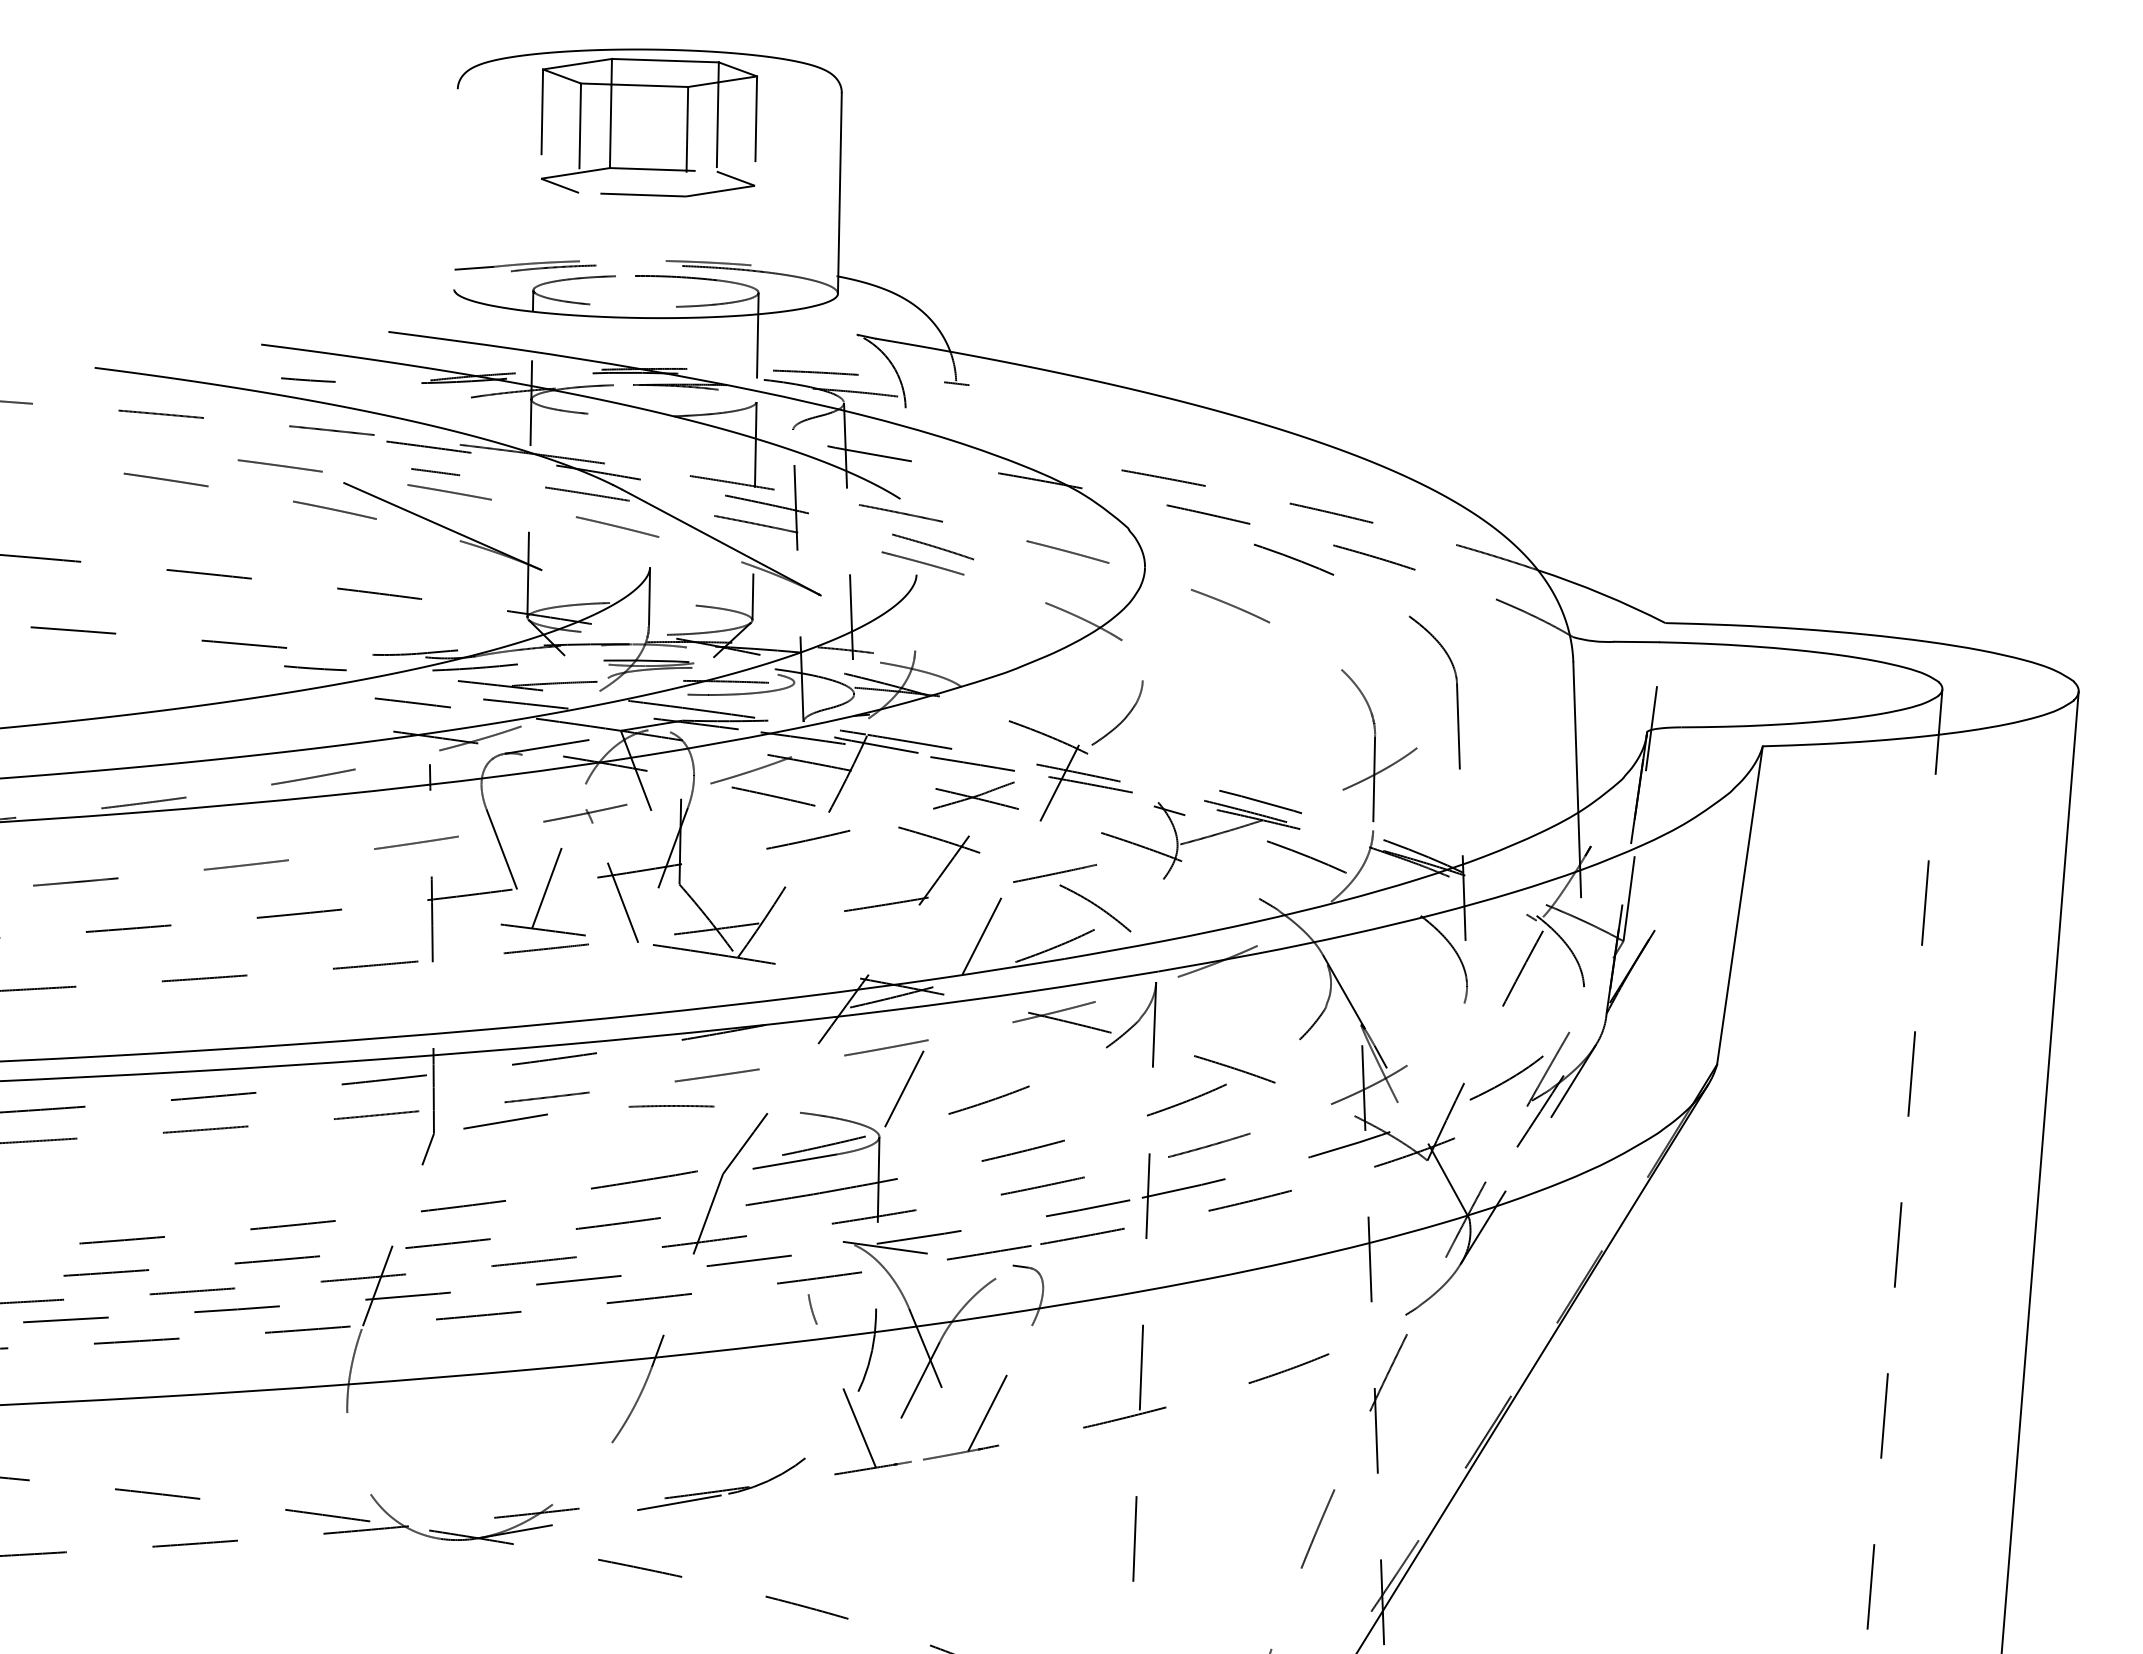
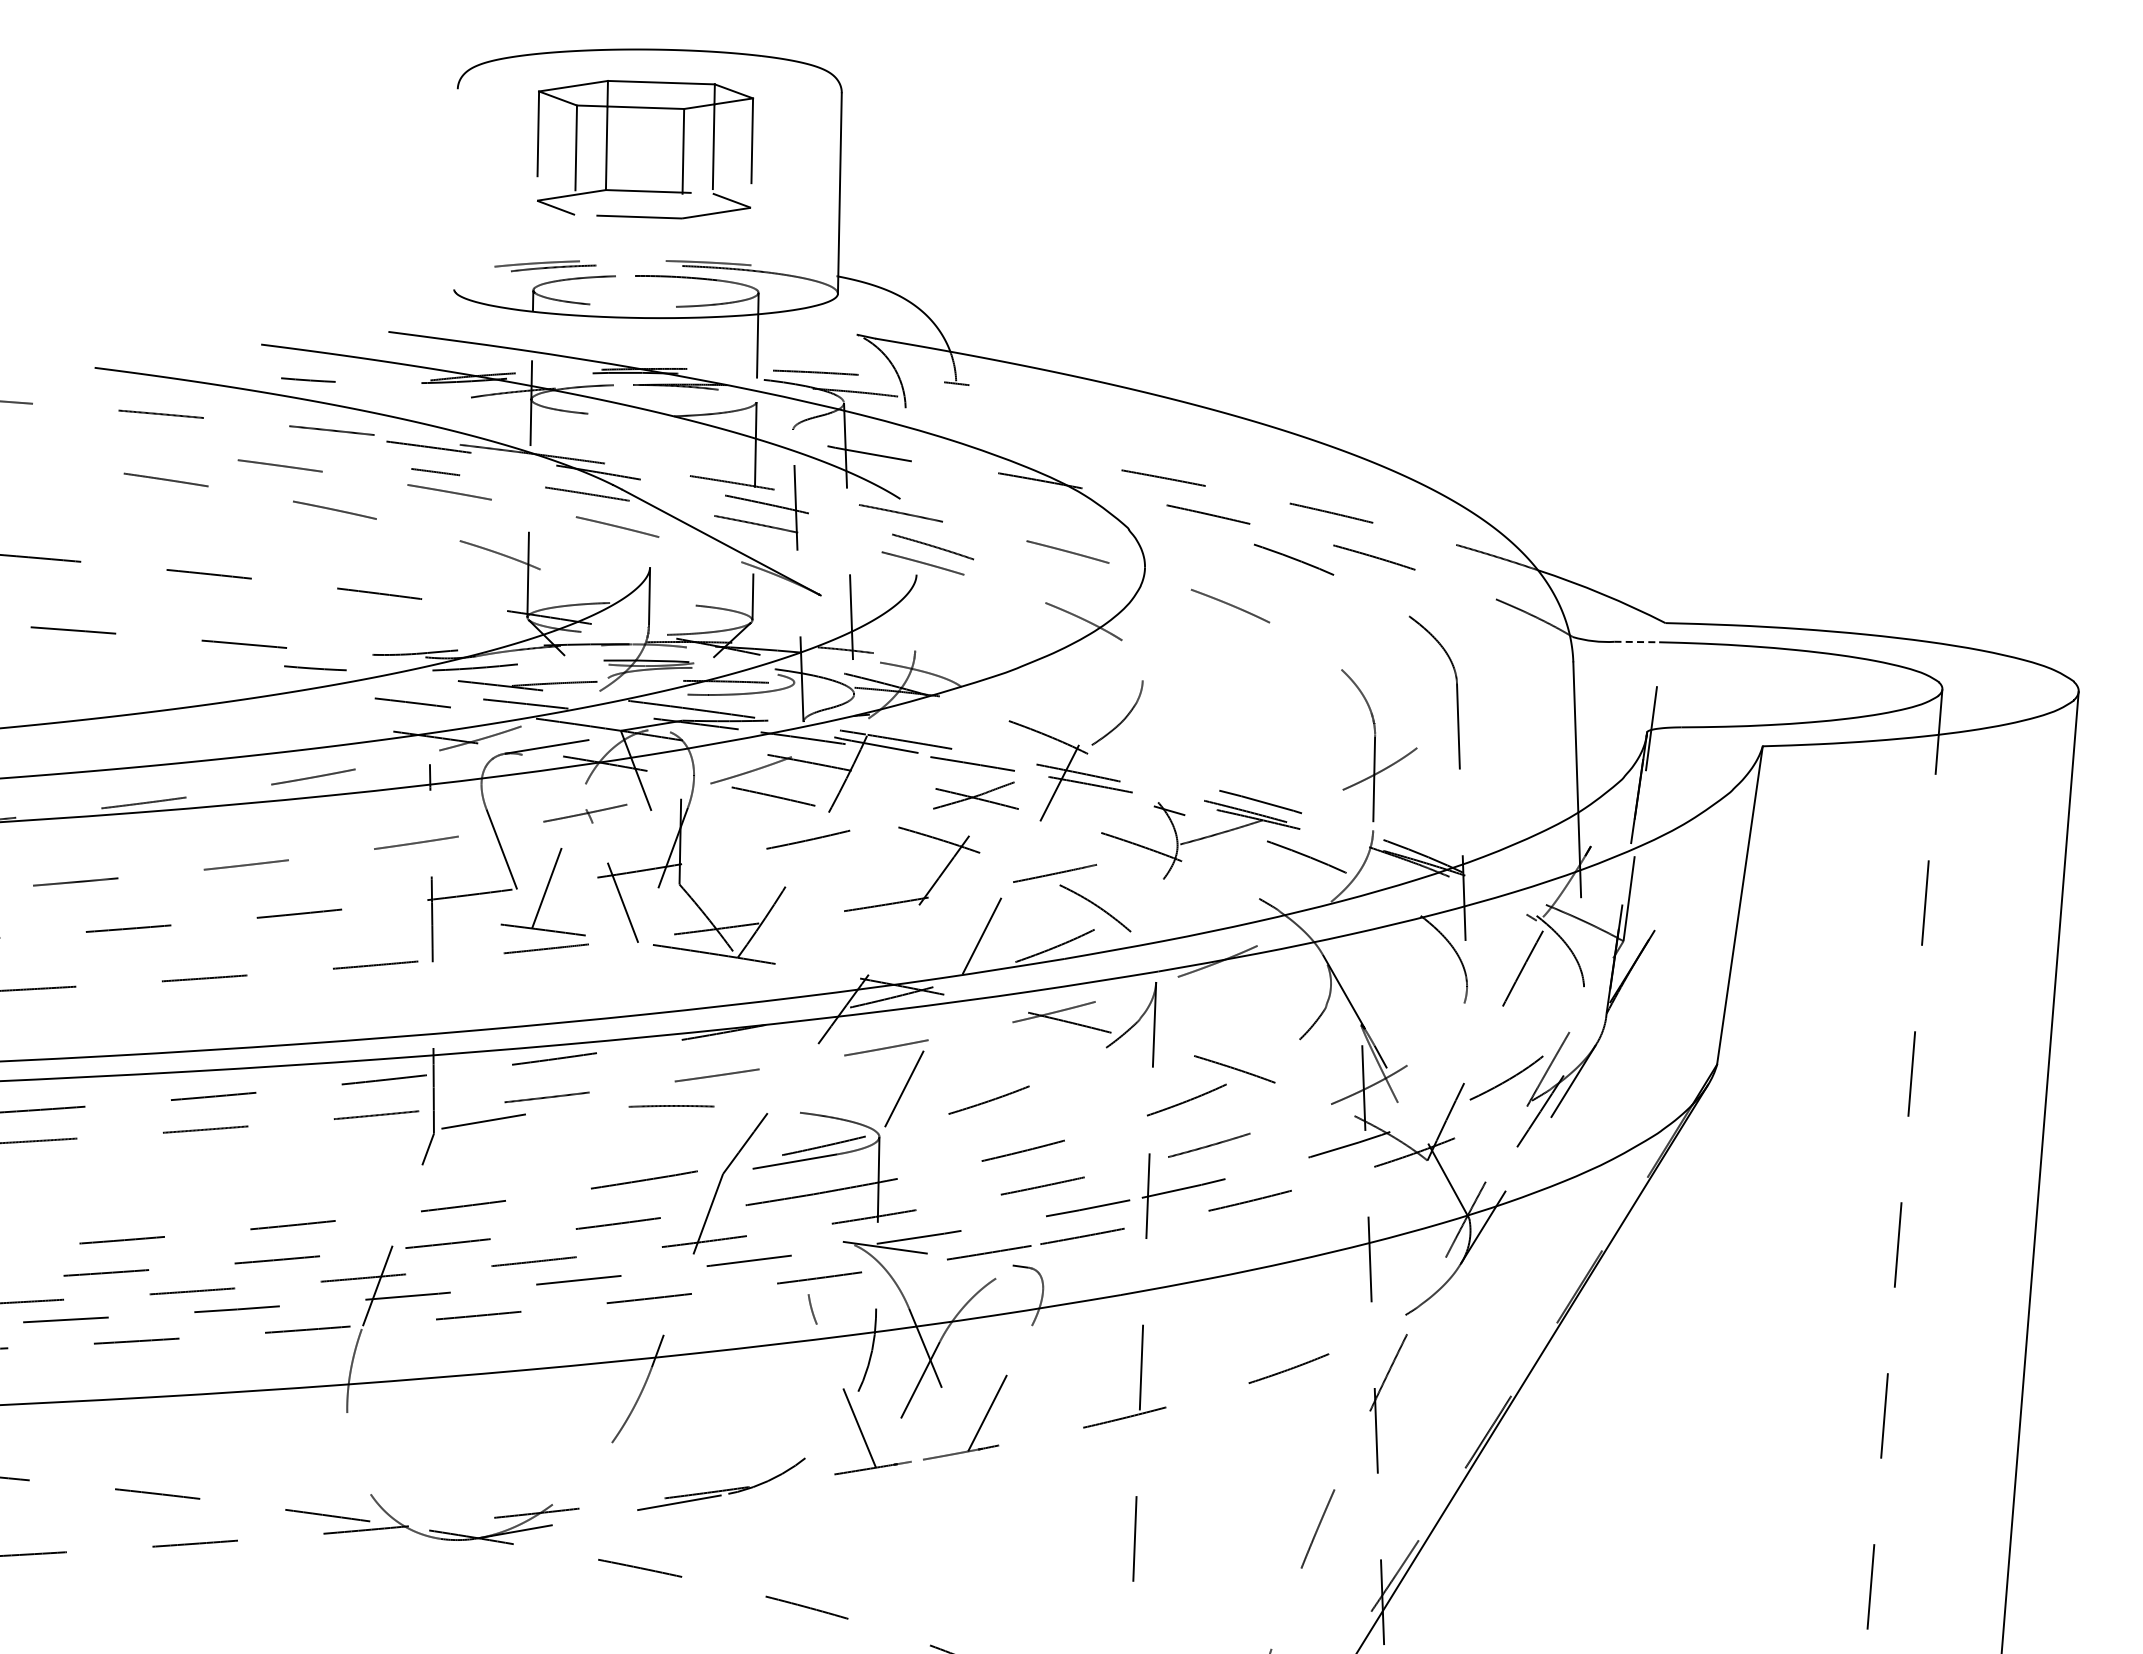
part at (649, 127) position: (649, 127) -> (645, 149)
line at (474, 267): present -> none
line at (442, 526): present -> none
line at (1637, 642): solid -> dashed
line at (505, 1121) position: (505, 1121) -> (483, 1121)
